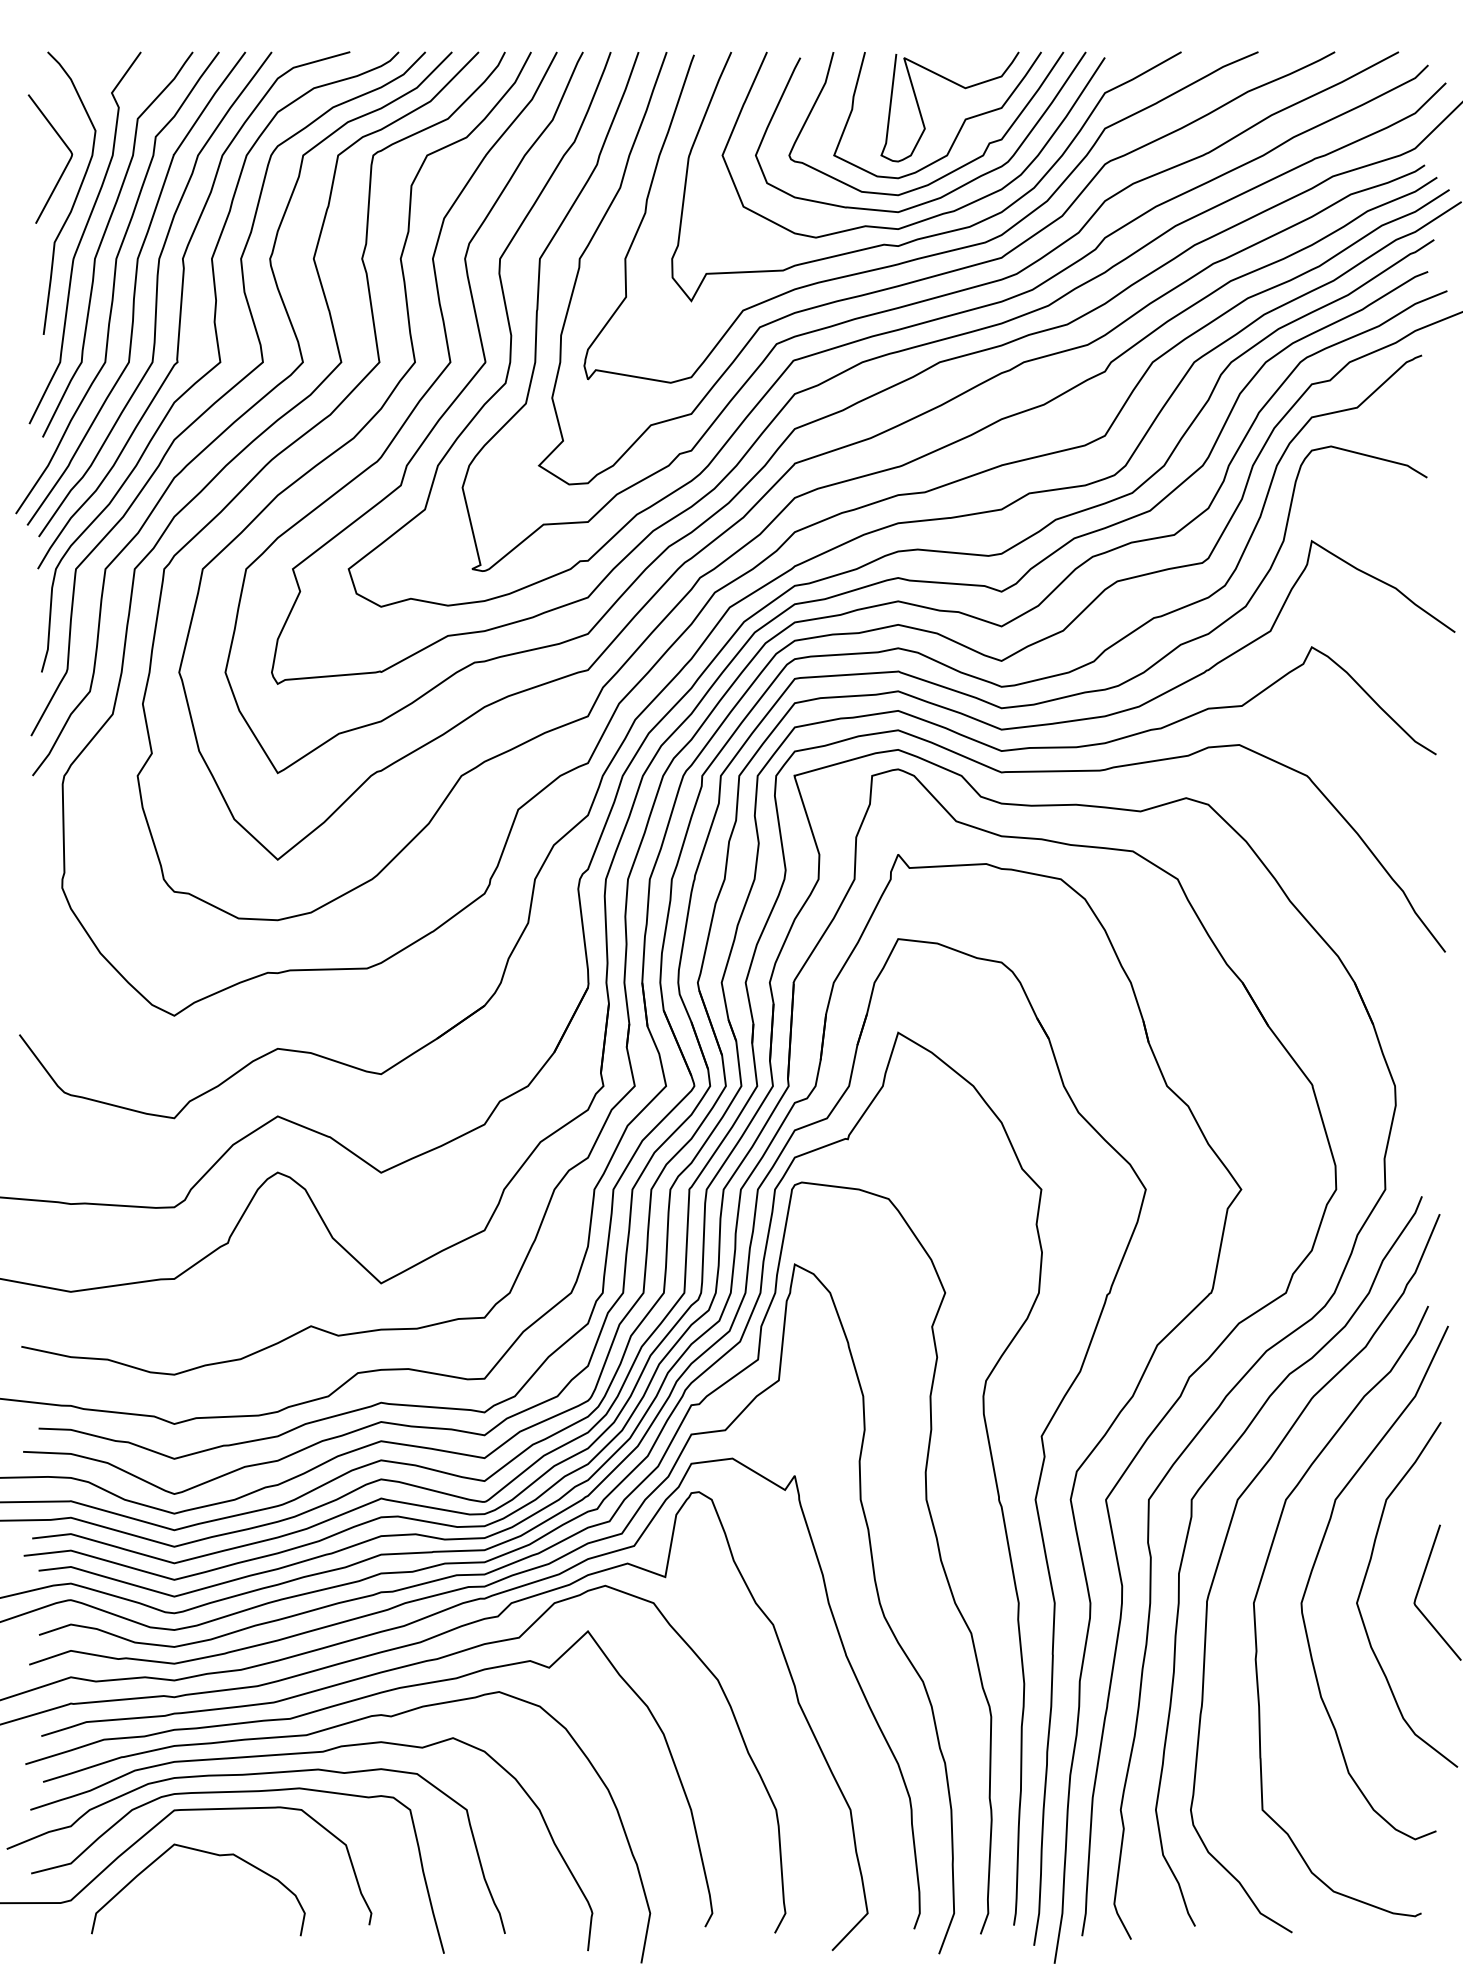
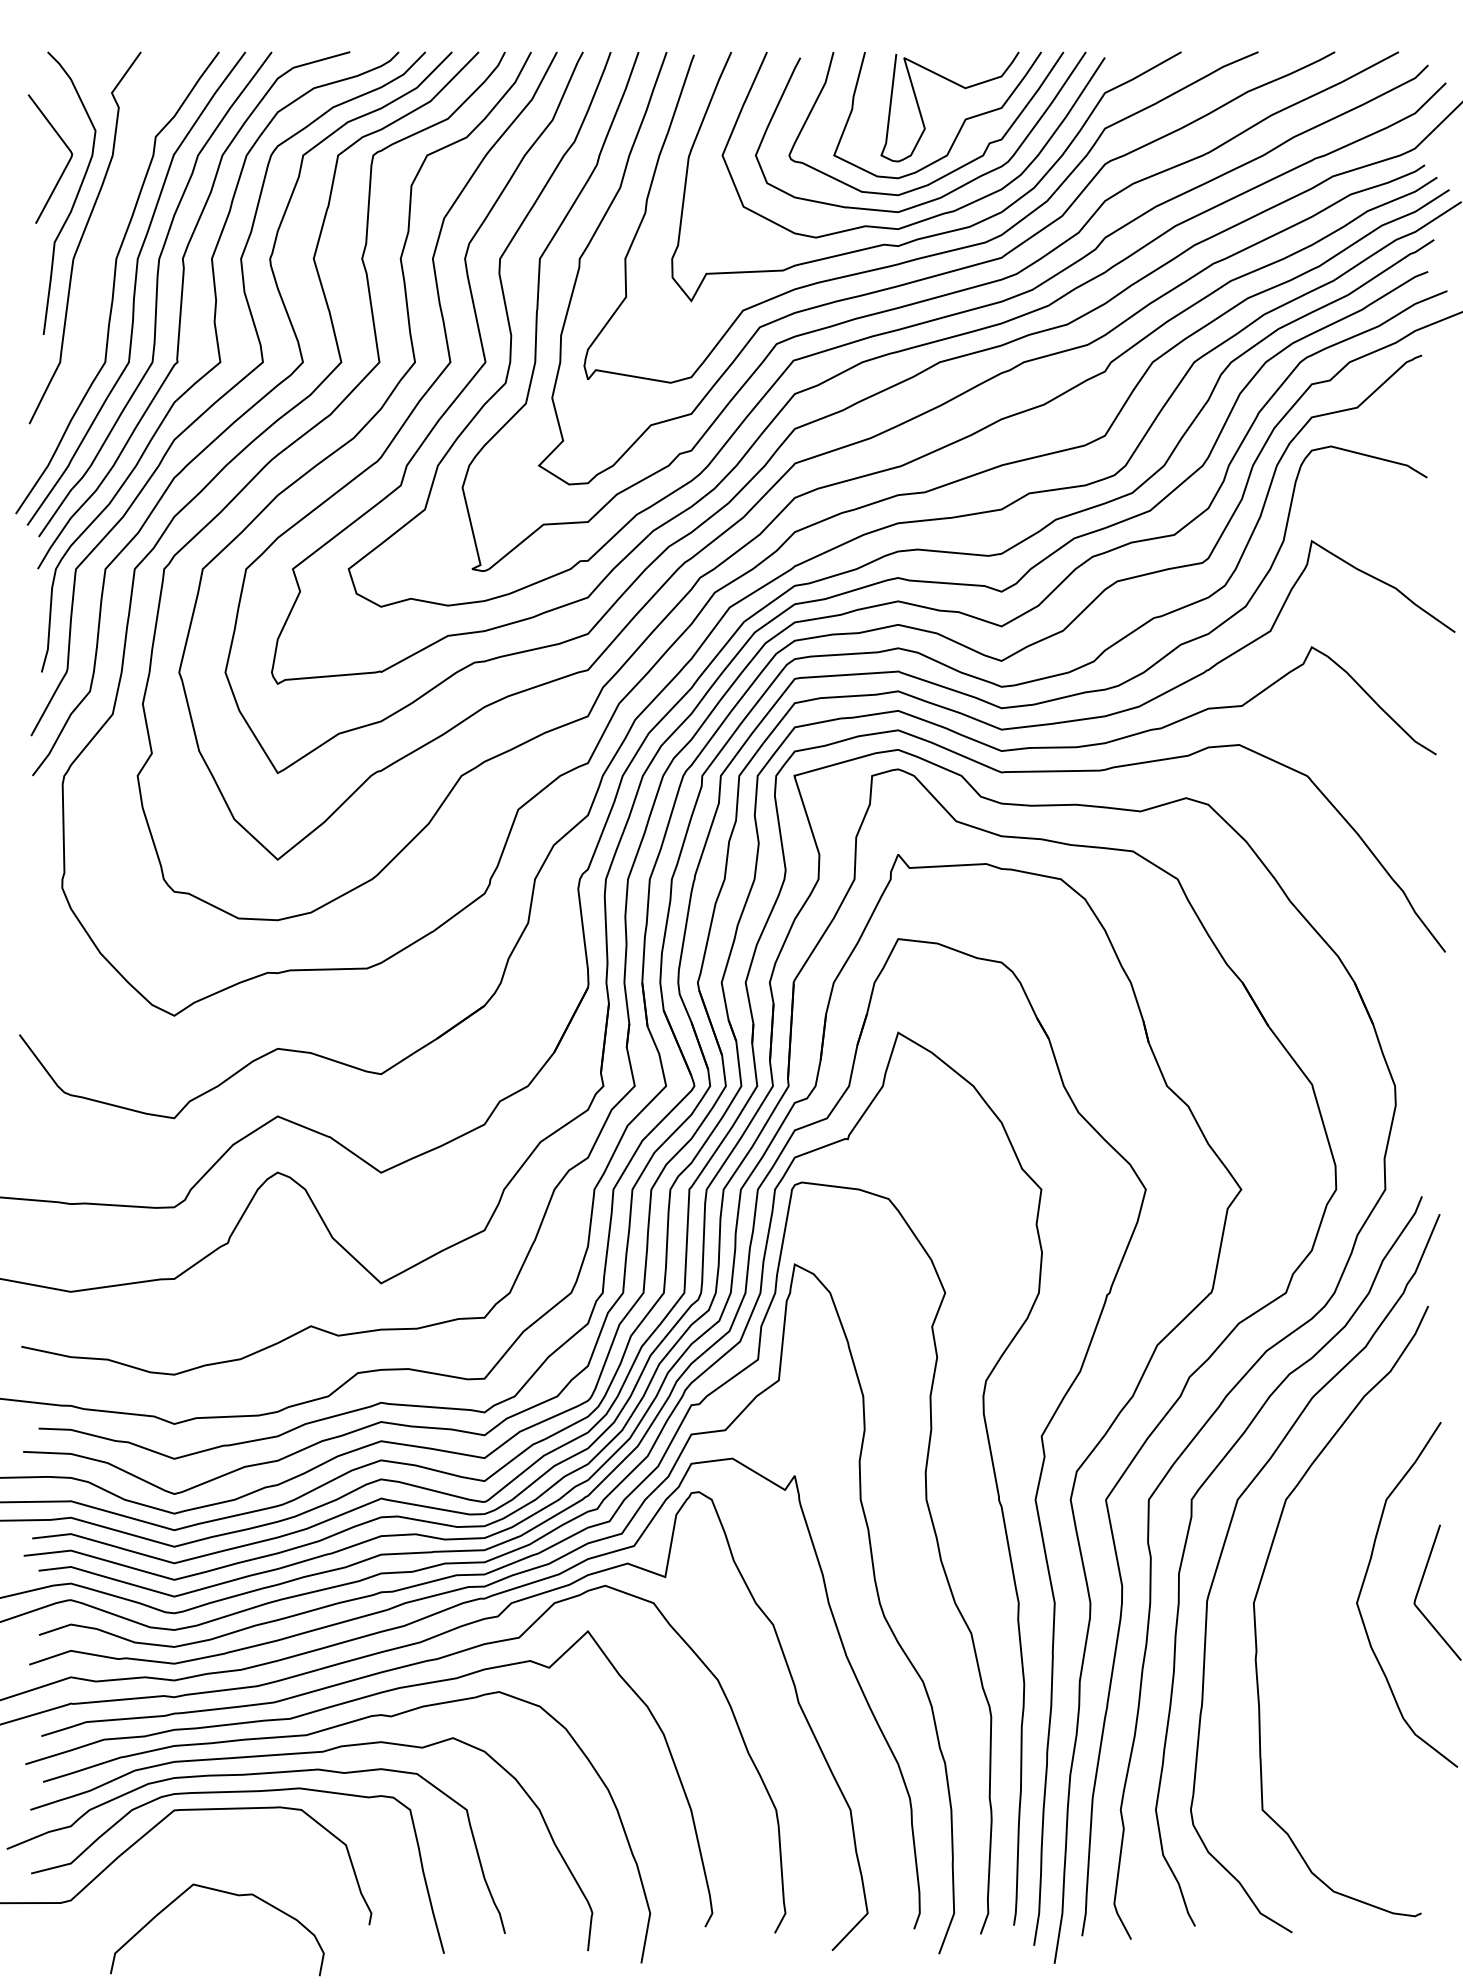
curve at (103, 239): present -> none
curve at (1316, 1561): present -> none
curve at (206, 1853) position: (206, 1853) -> (225, 1893)
